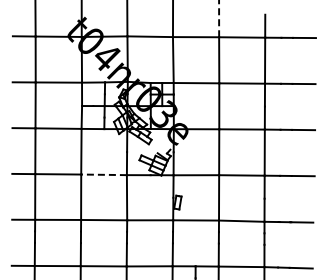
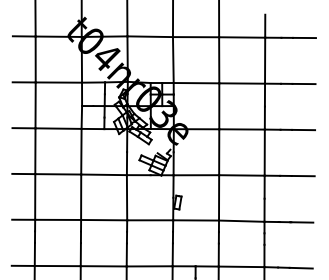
line at (219, 18): dashed -> solid
line at (104, 174): dashed -> solid
